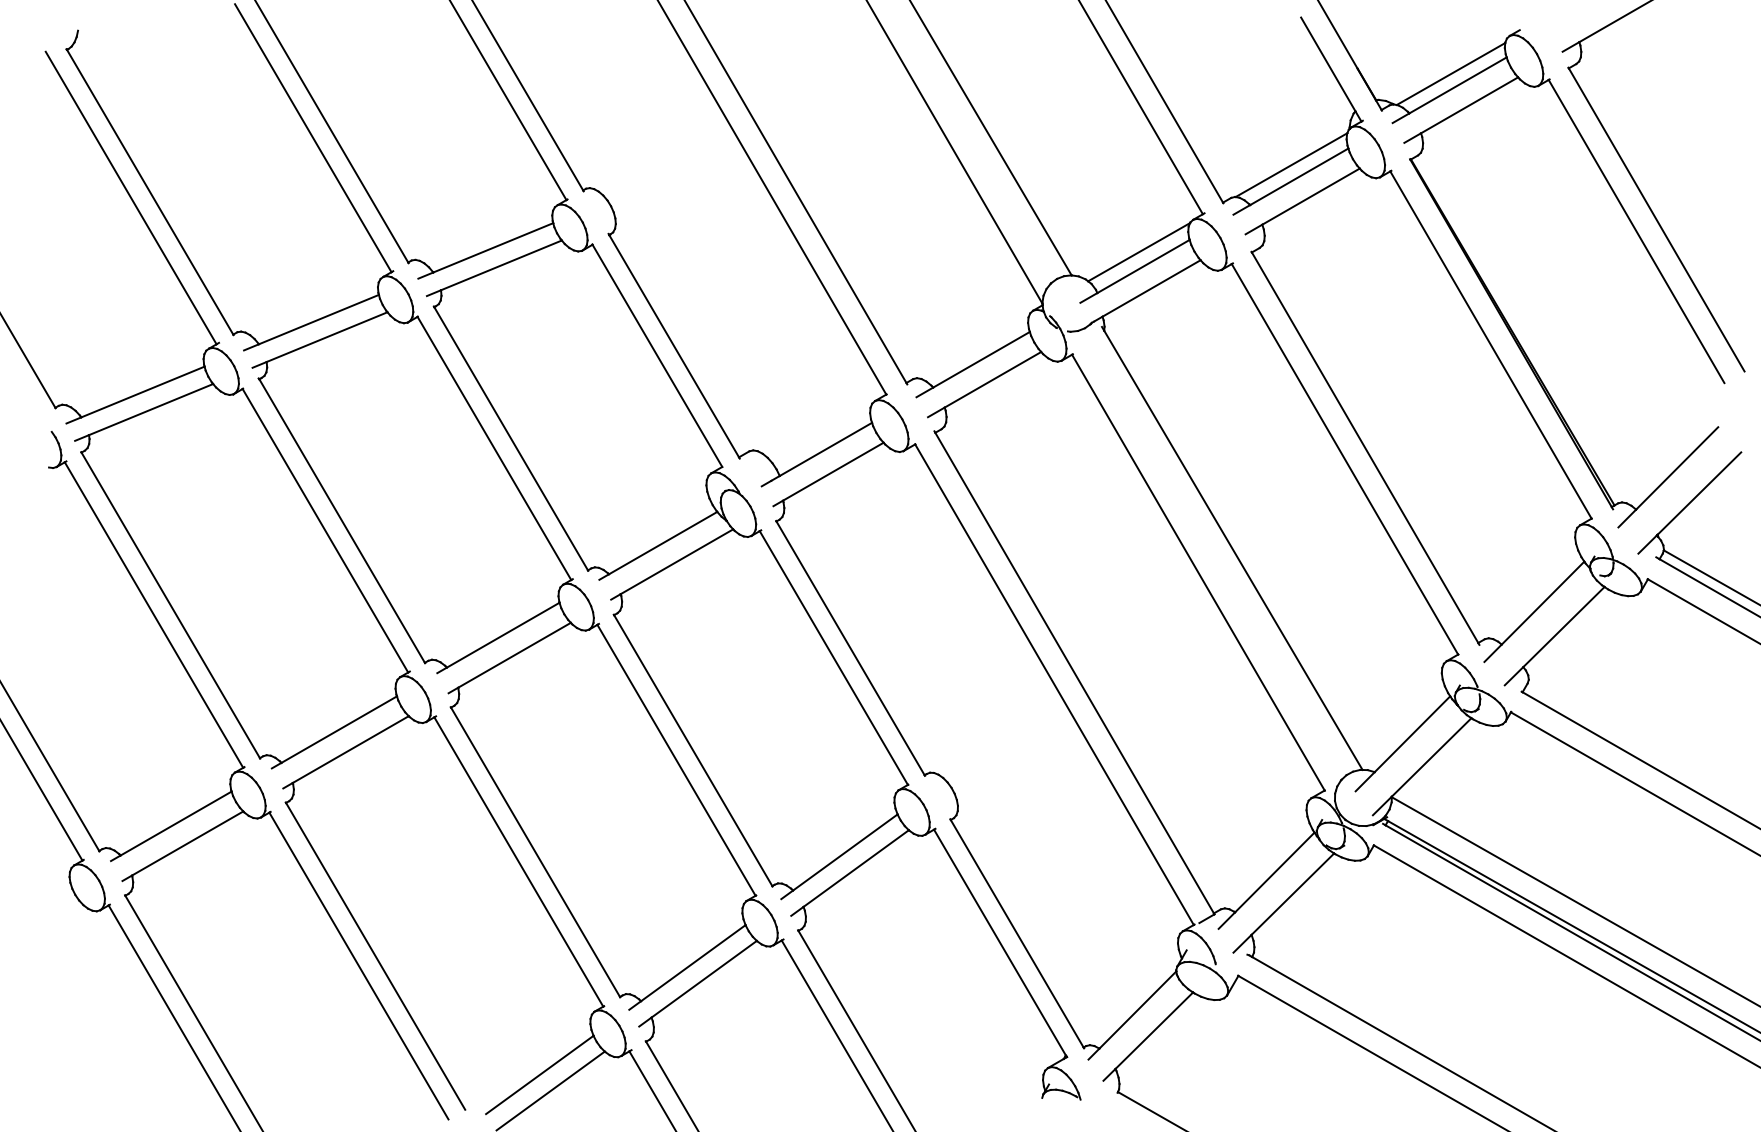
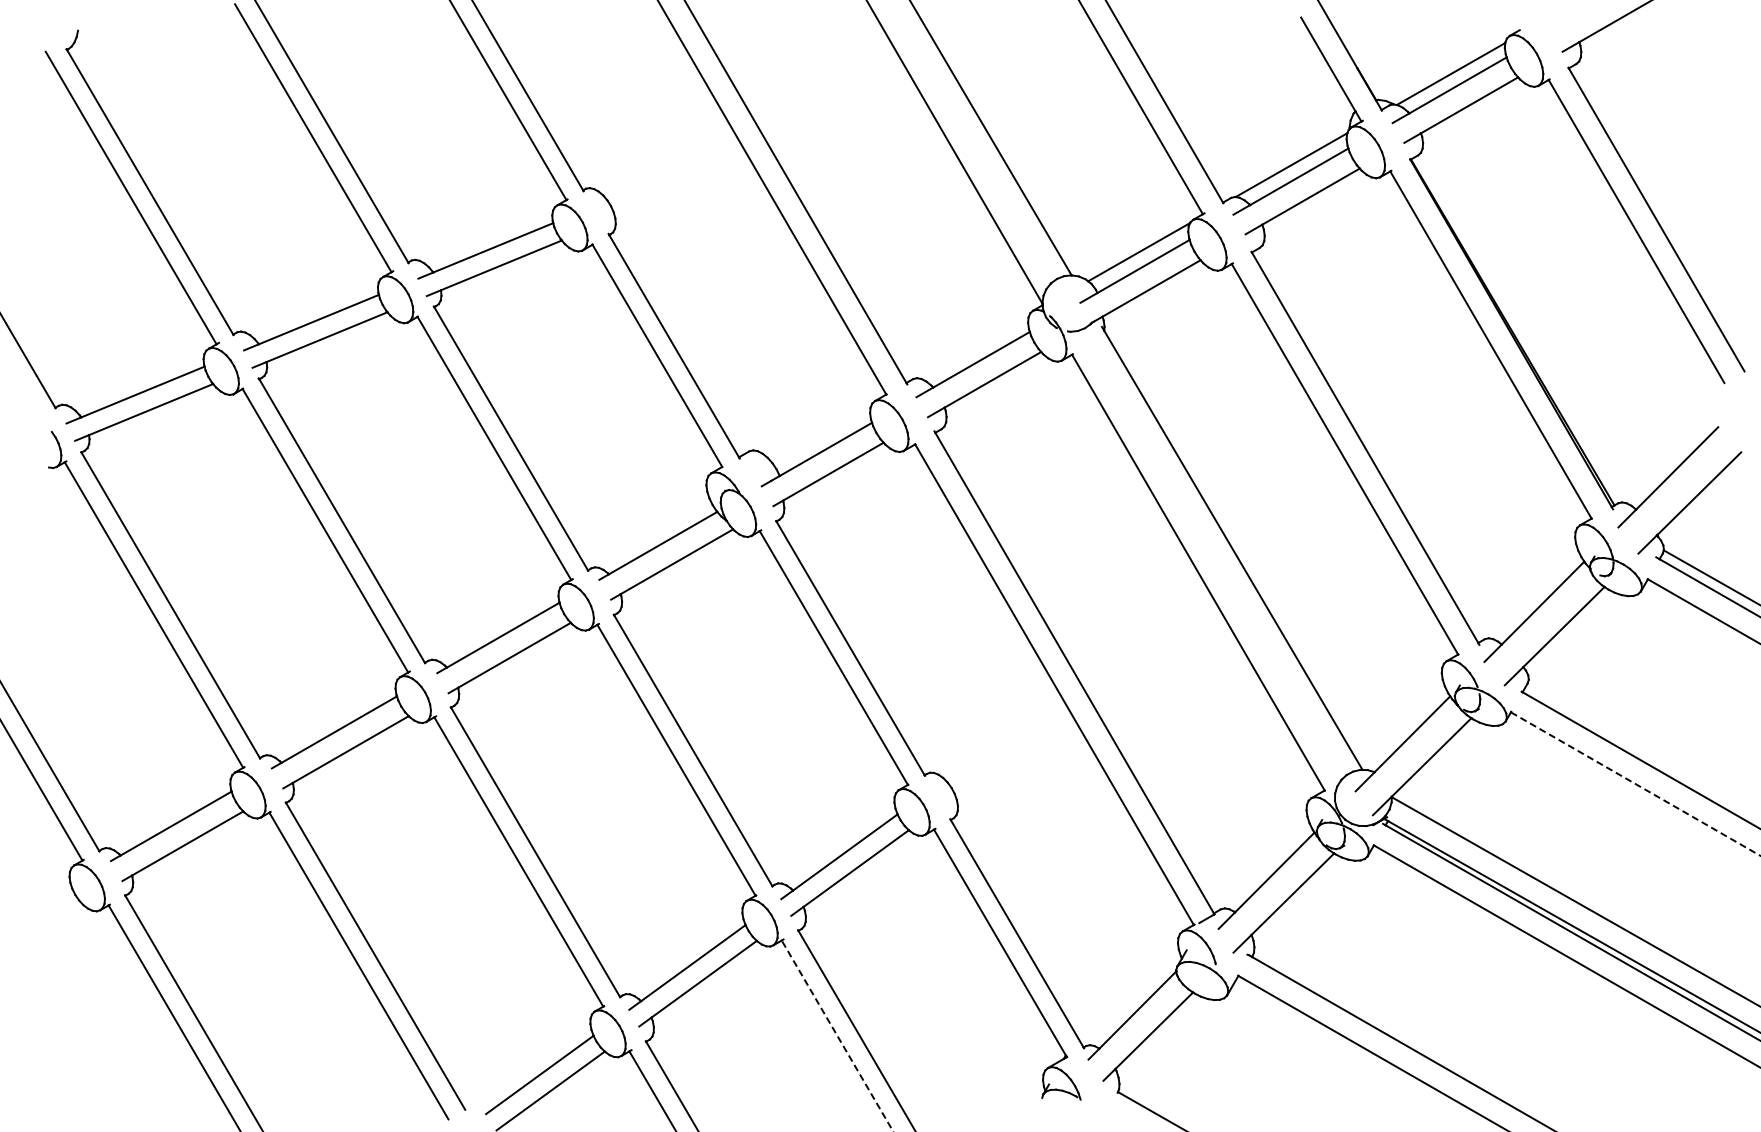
line at (1635, 784): solid -> dashed
line at (837, 1036): solid -> dashed
